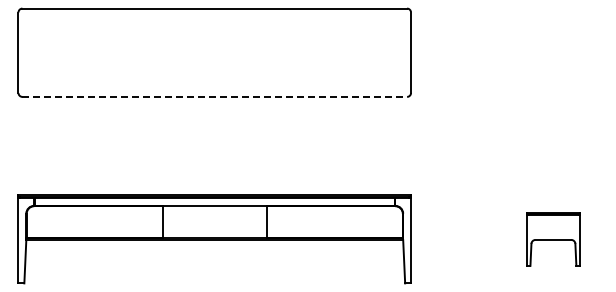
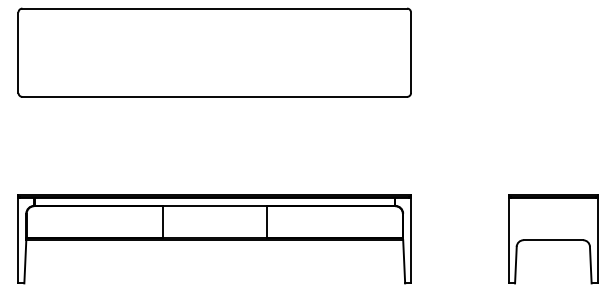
line at (215, 96): dashed -> solid
part at (553, 239) size: 55x55 px -> 91x91 px
